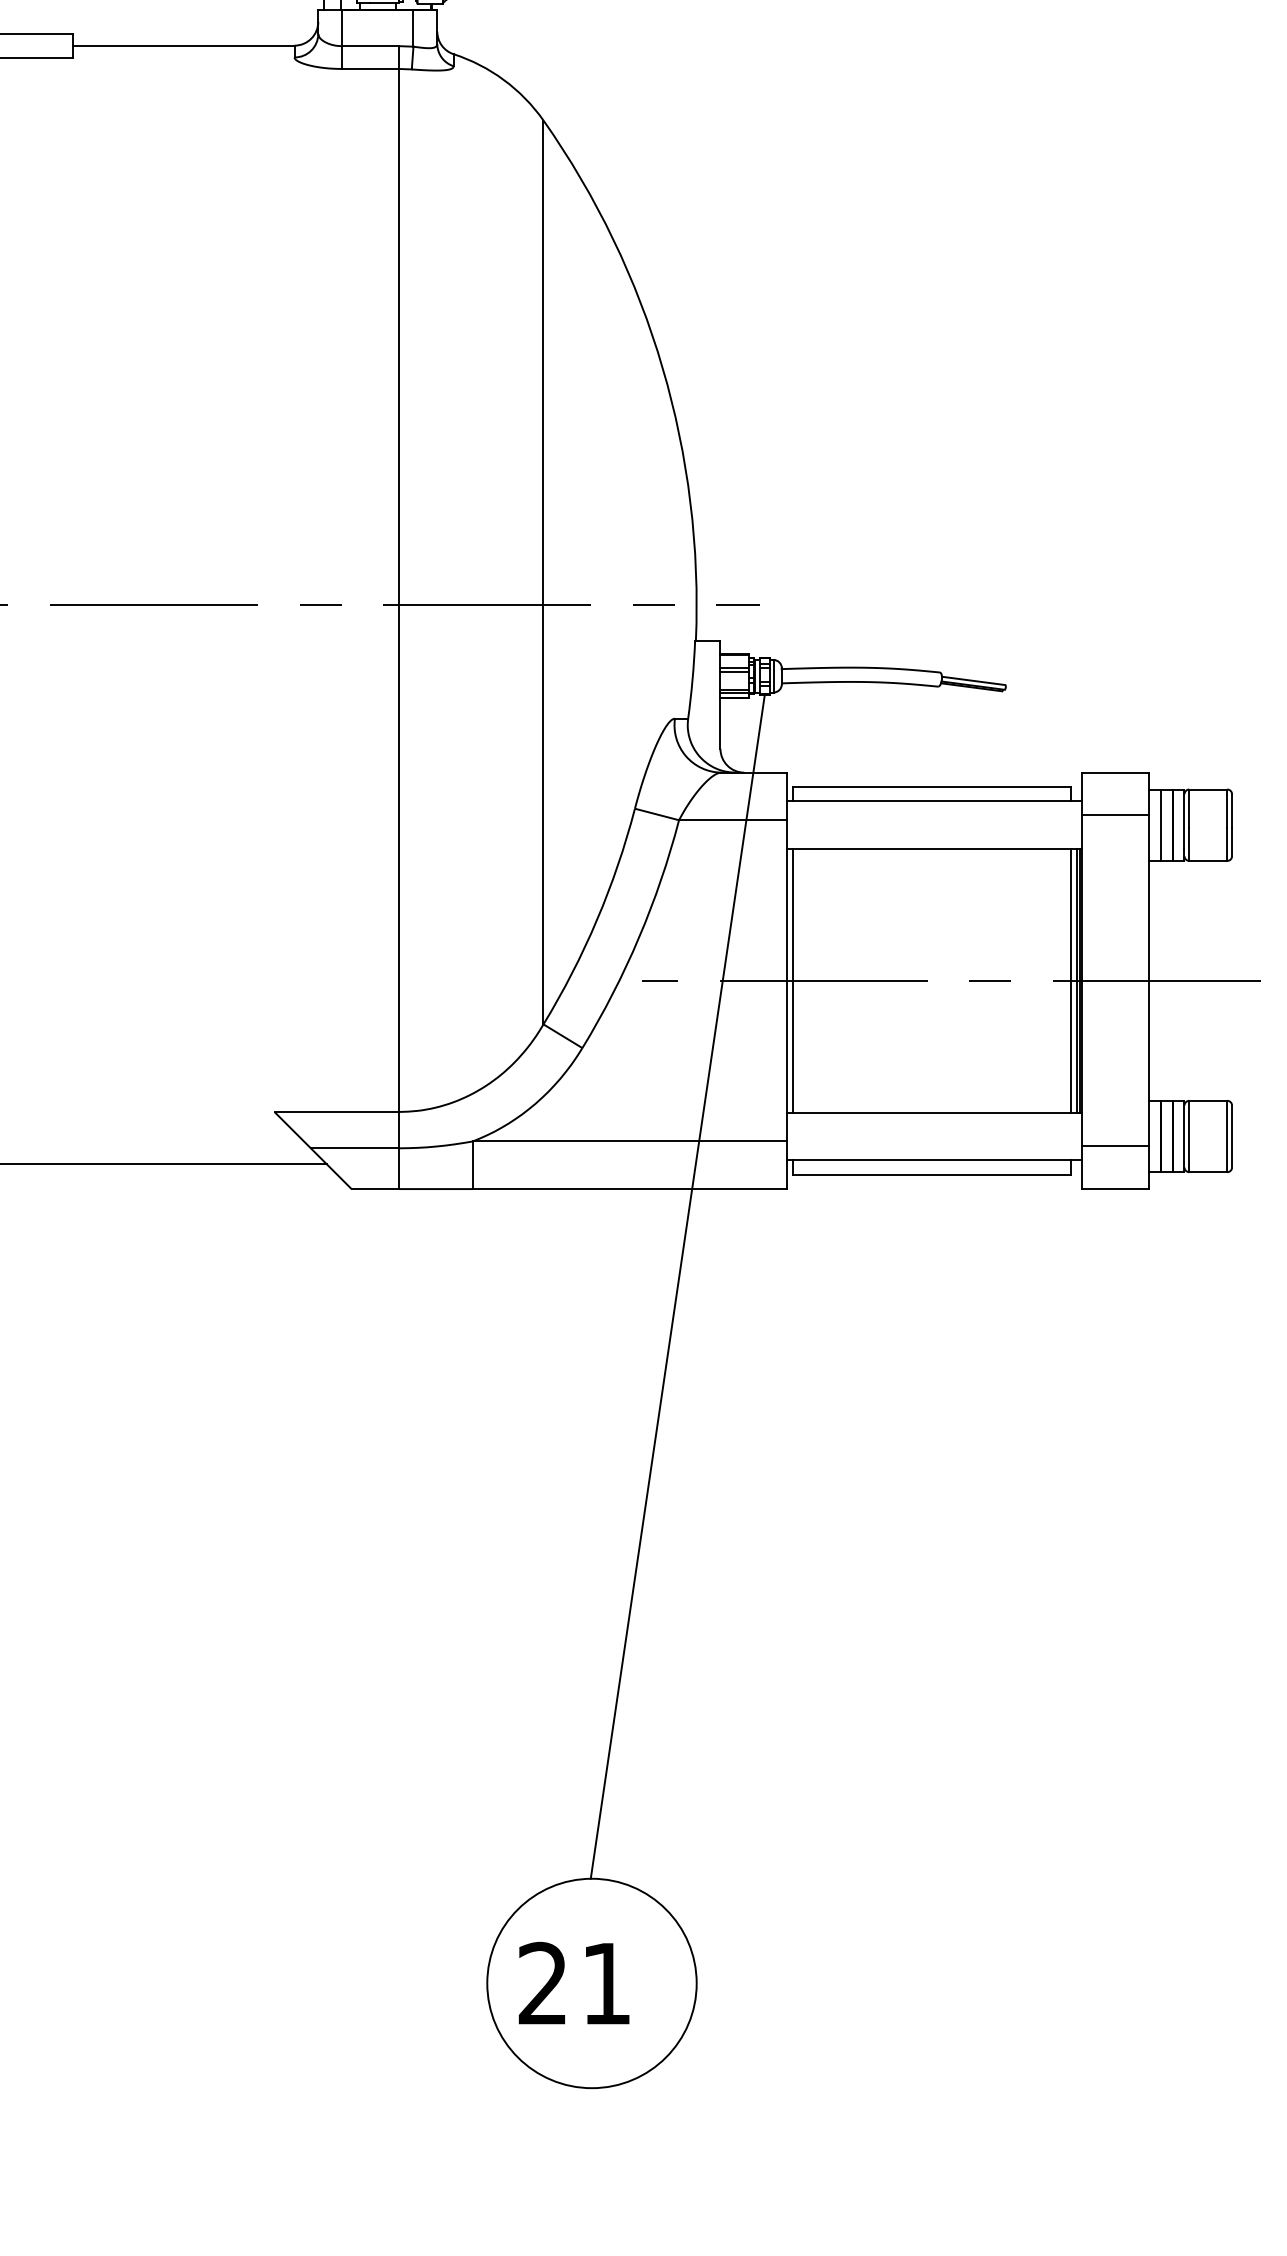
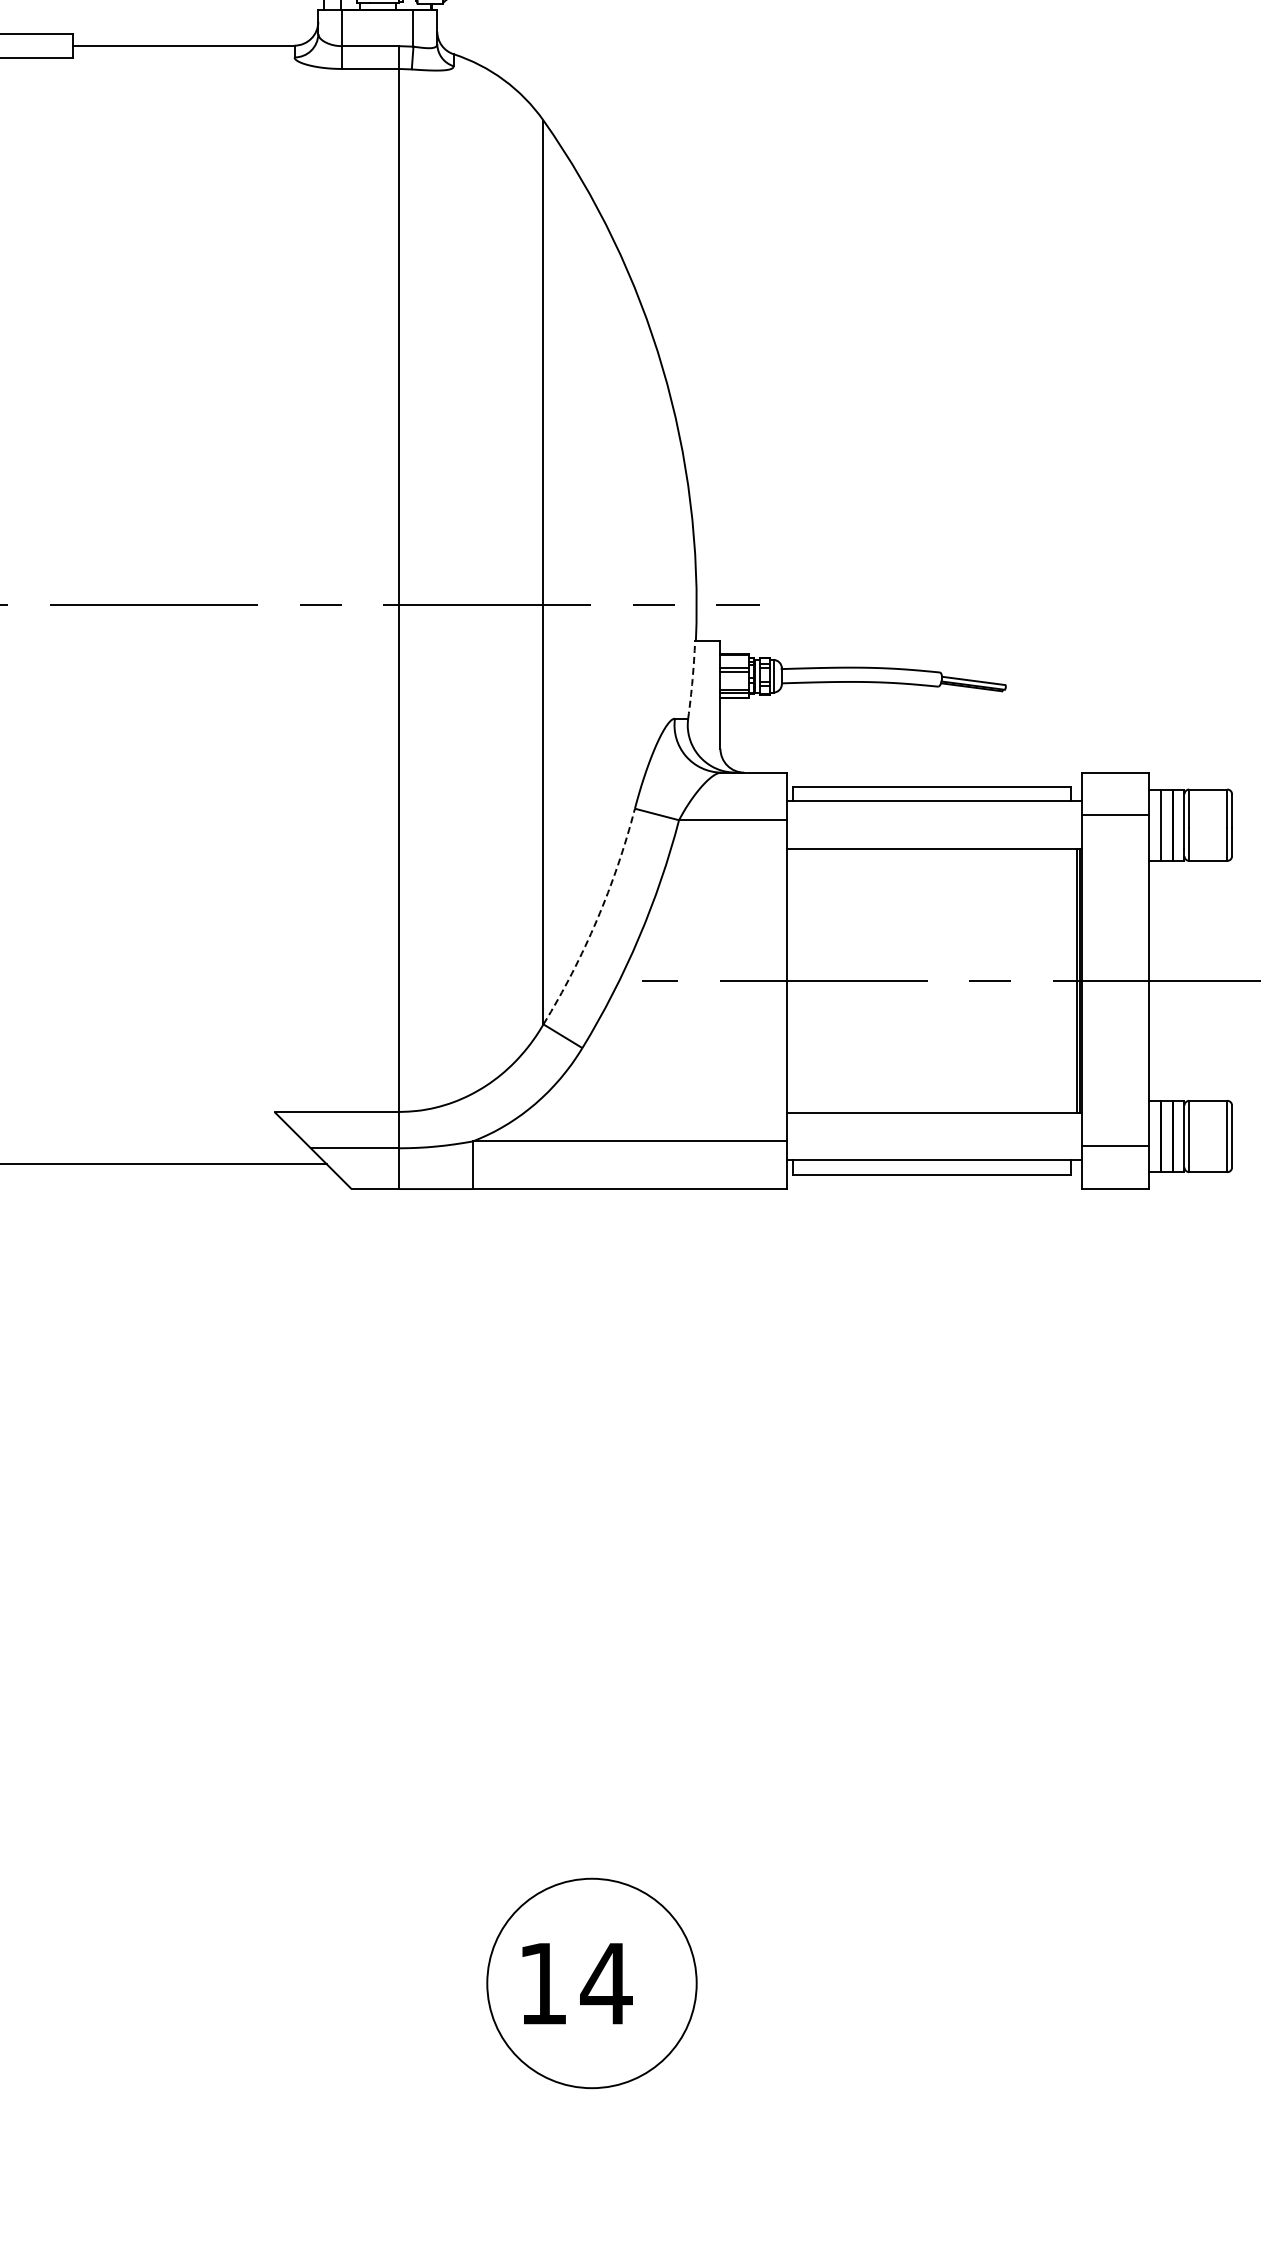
arc at (692, 679): solid -> dashed
arc at (597, 919): solid -> dashed
line at (793, 980): present -> none
line at (1071, 980): present -> none
line at (677, 1286): present -> none
text at (575, 1982): 21 -> 14
